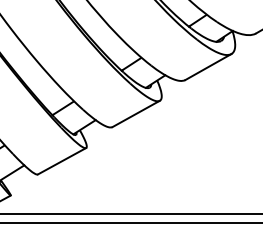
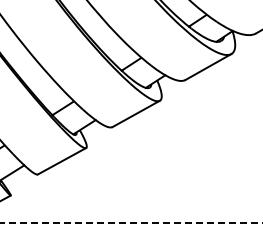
line at (130, 214): present -> none
line at (131, 223): solid -> dashed
